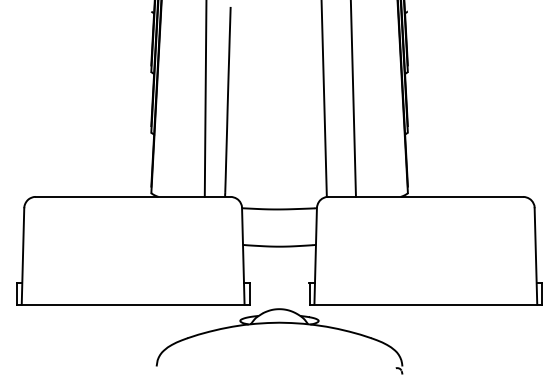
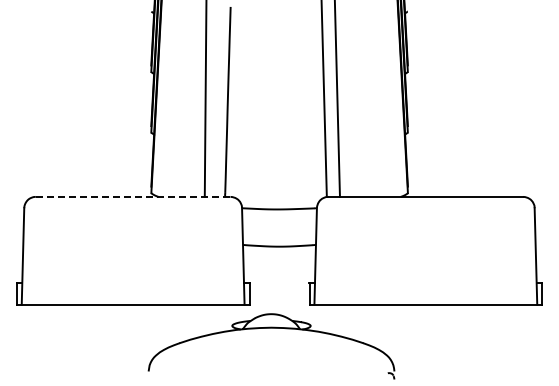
line at (352, 99) position: (352, 99) -> (336, 99)
line at (132, 196): solid -> dashed
part at (279, 323) position: (279, 323) -> (271, 328)
